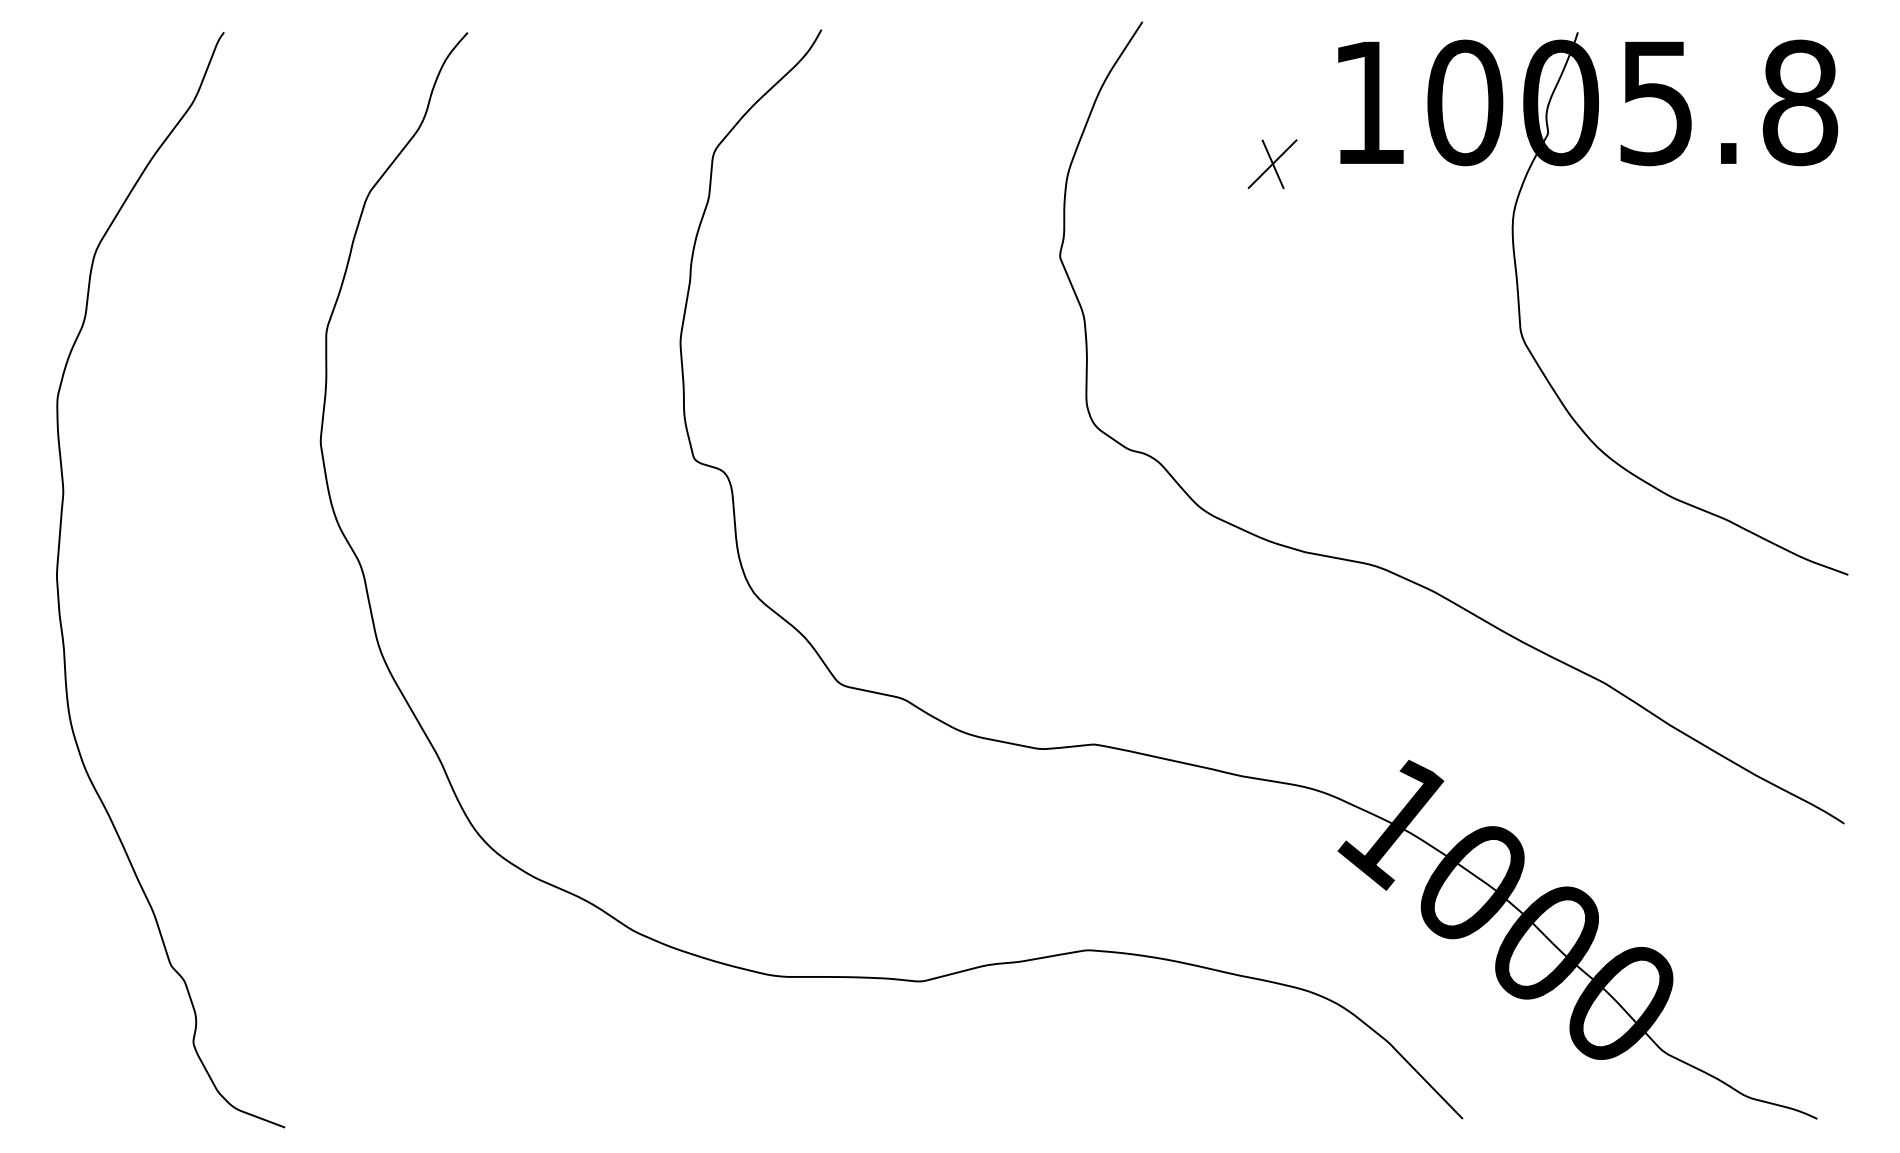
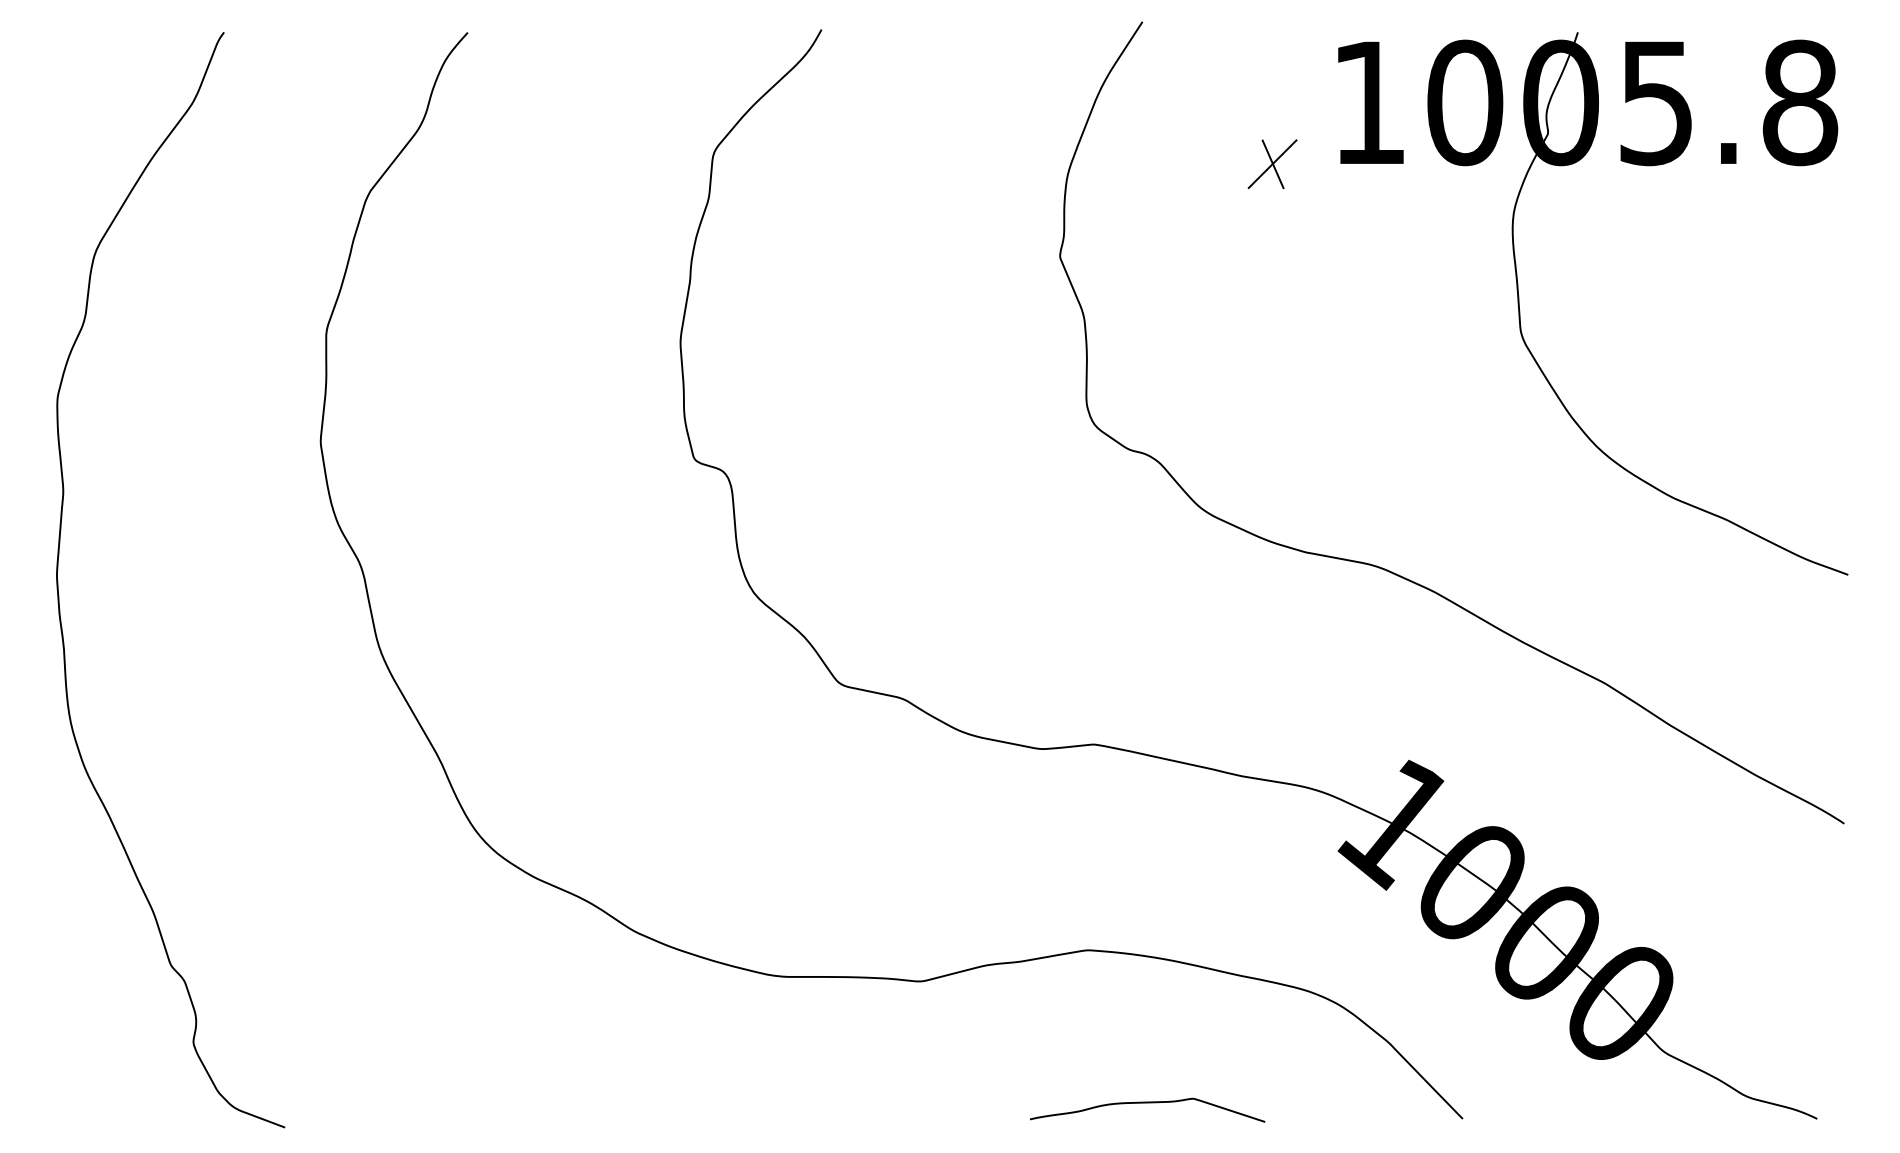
curve at (1147, 1103): none -> present
